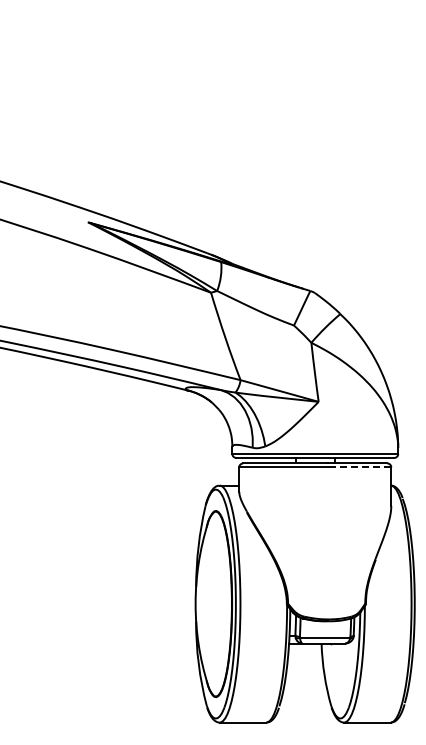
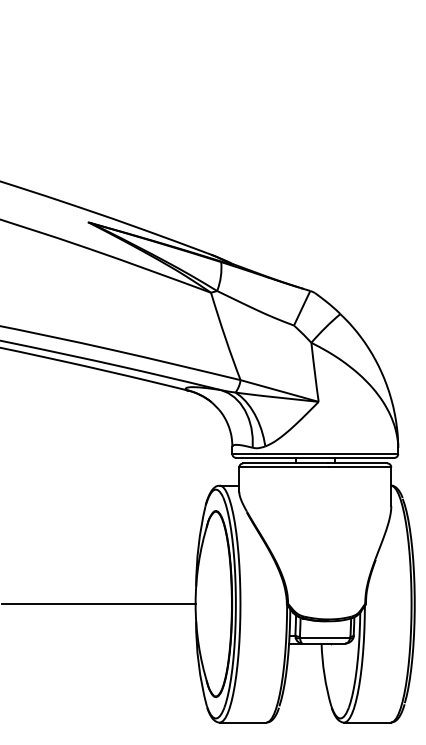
line at (359, 467): dashed -> solid
line at (98, 604): none -> present
